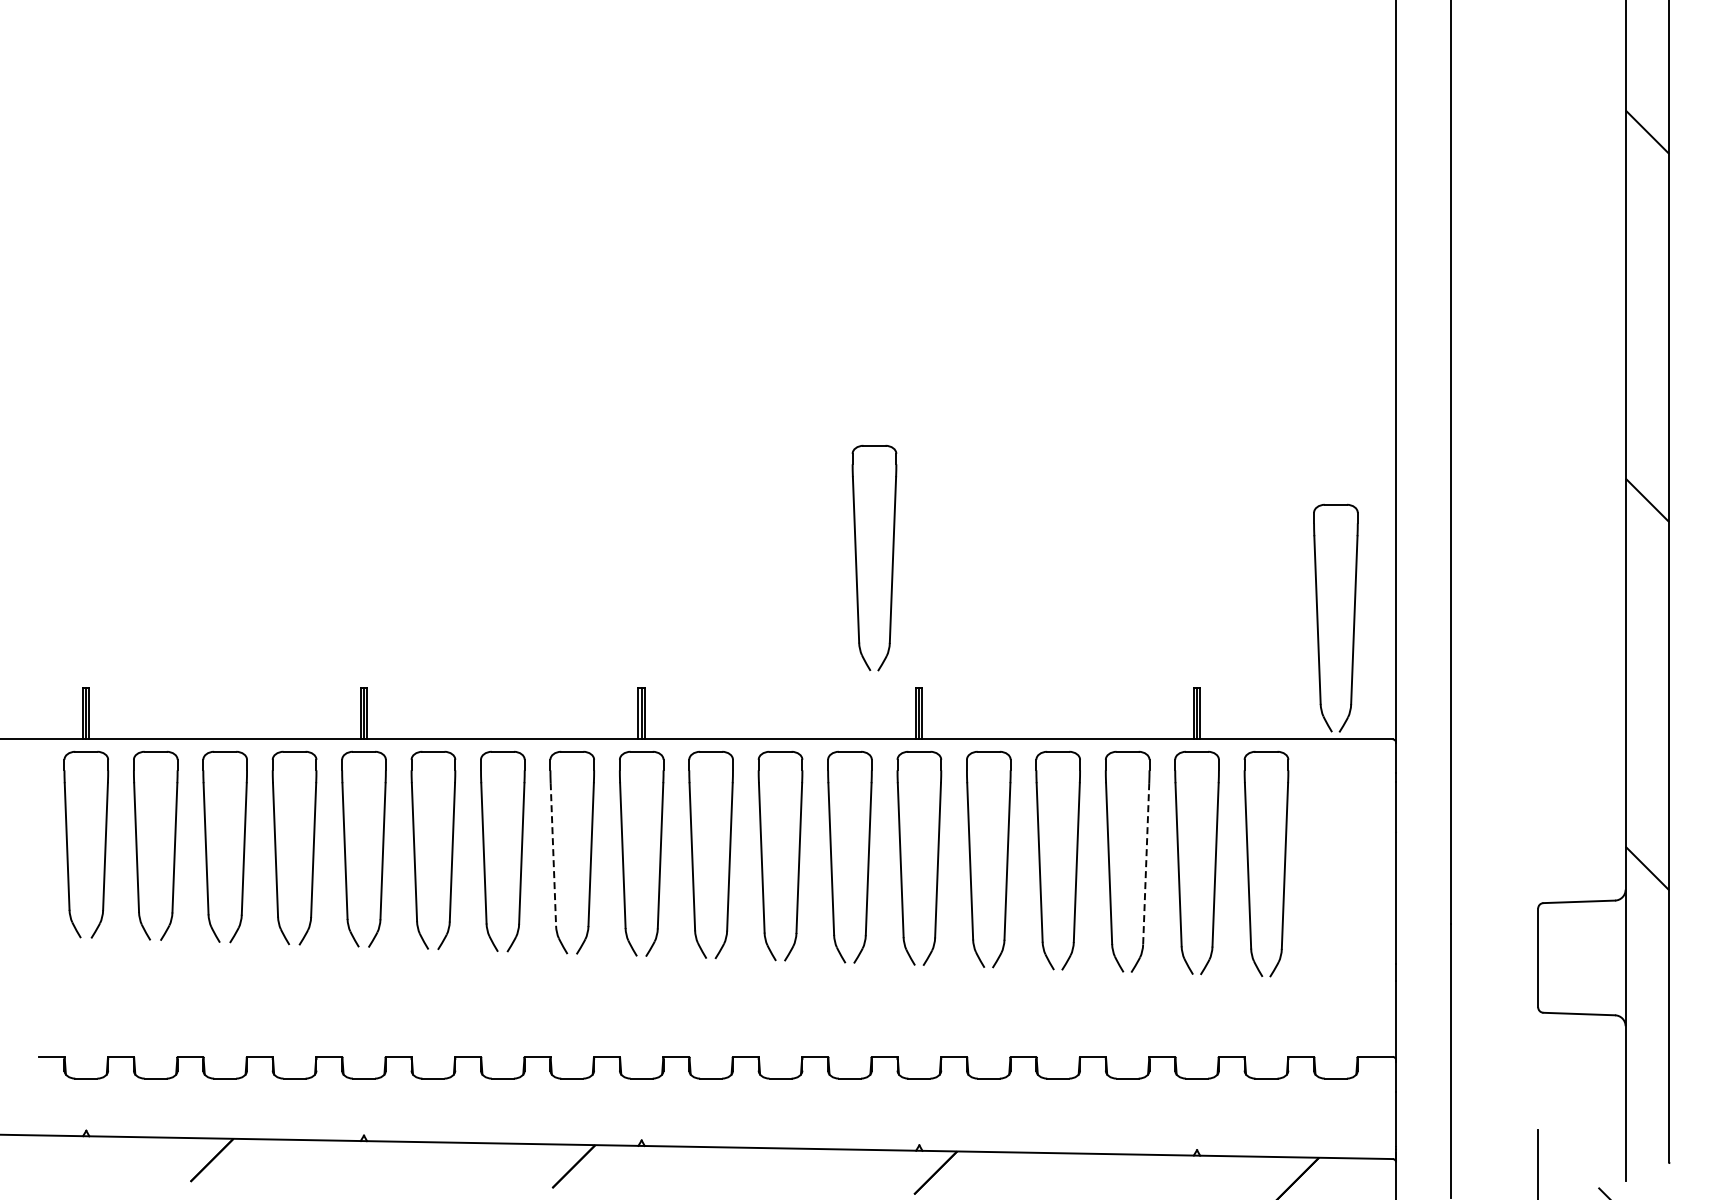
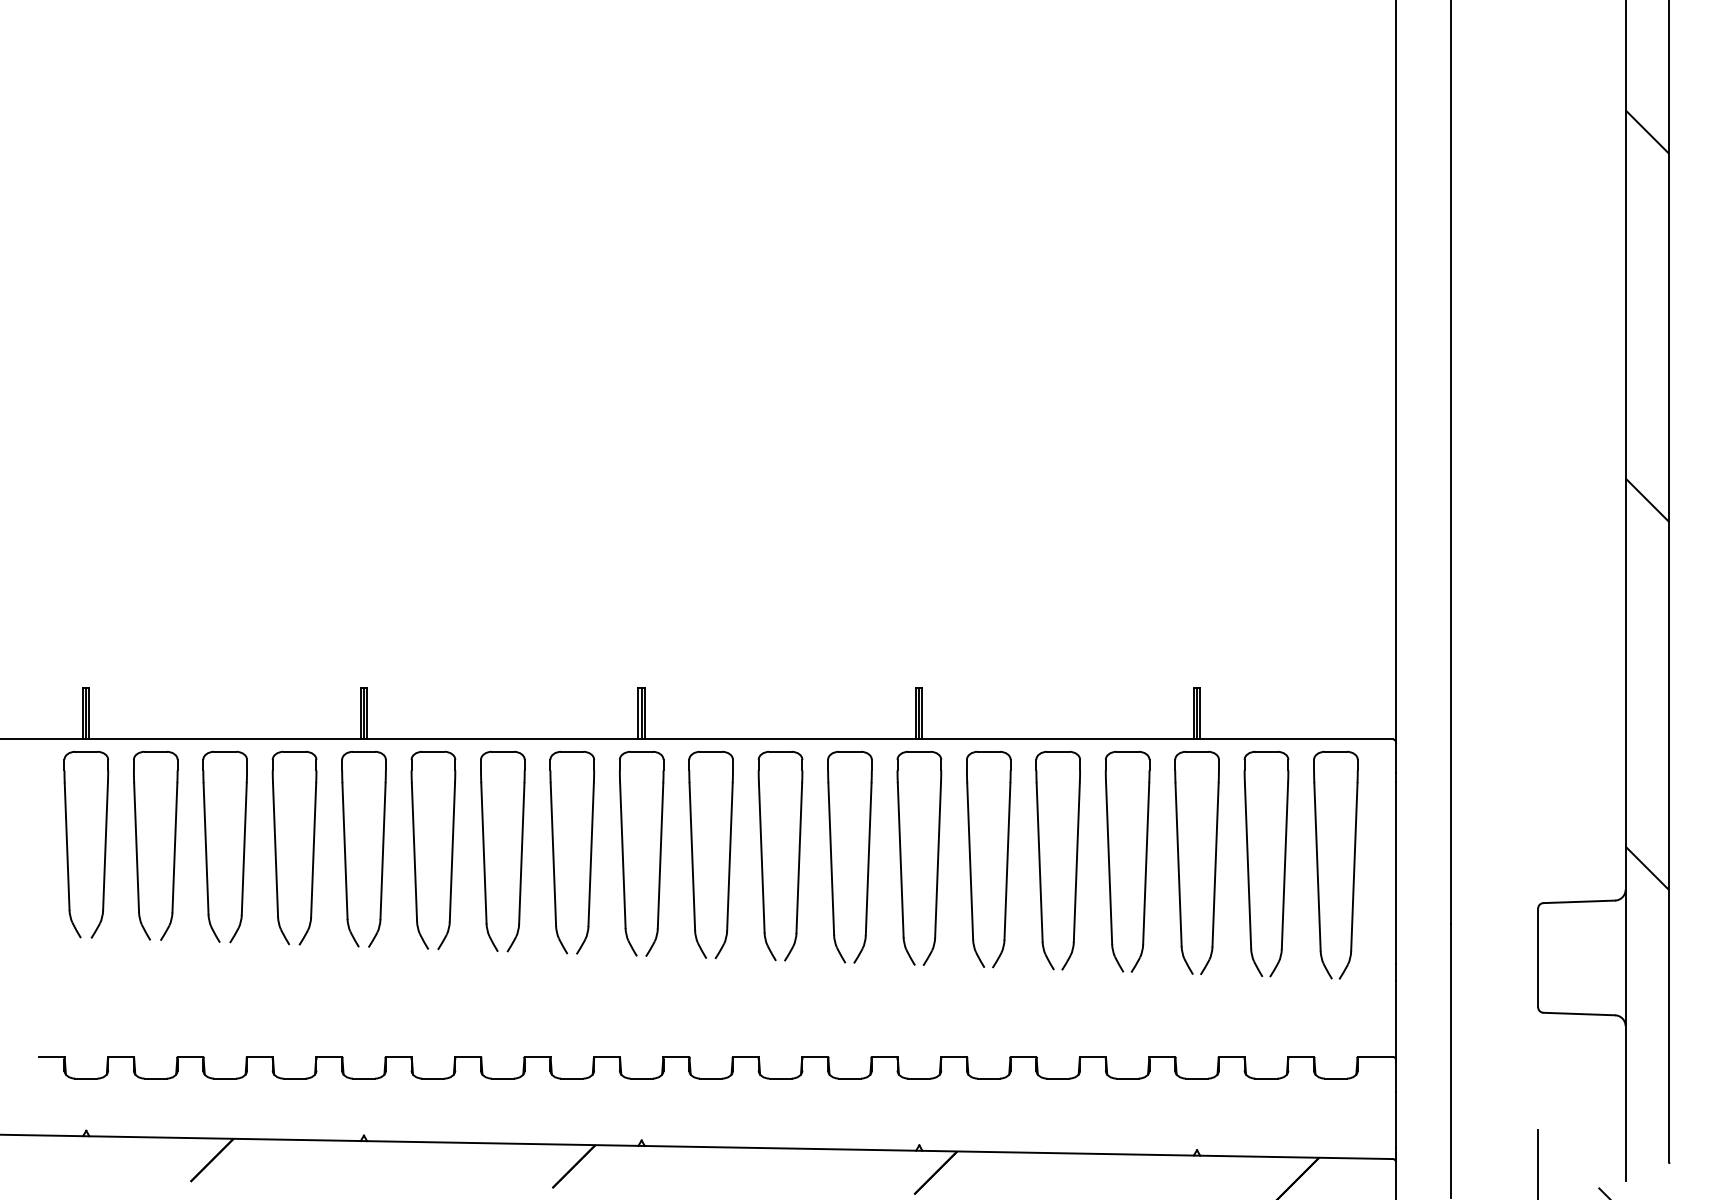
part at (857, 563): present -> none
part at (1318, 617) position: (1318, 617) -> (1318, 864)
line at (553, 855): dashed -> solid
line at (1146, 863): dashed -> solid
